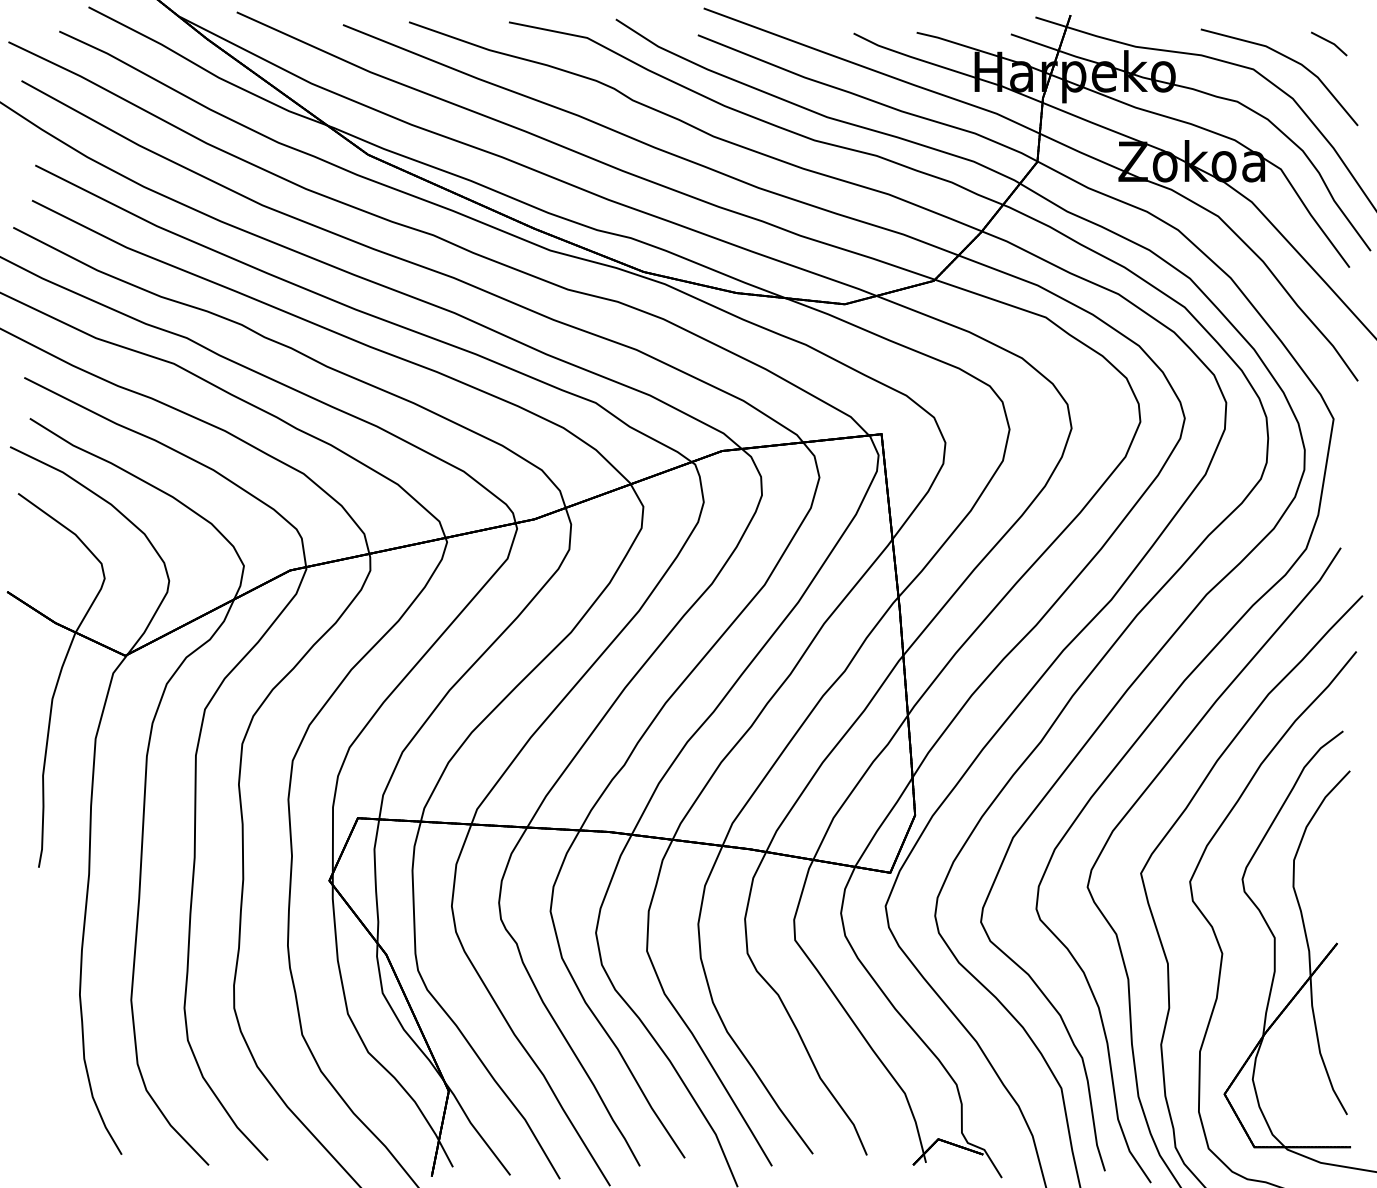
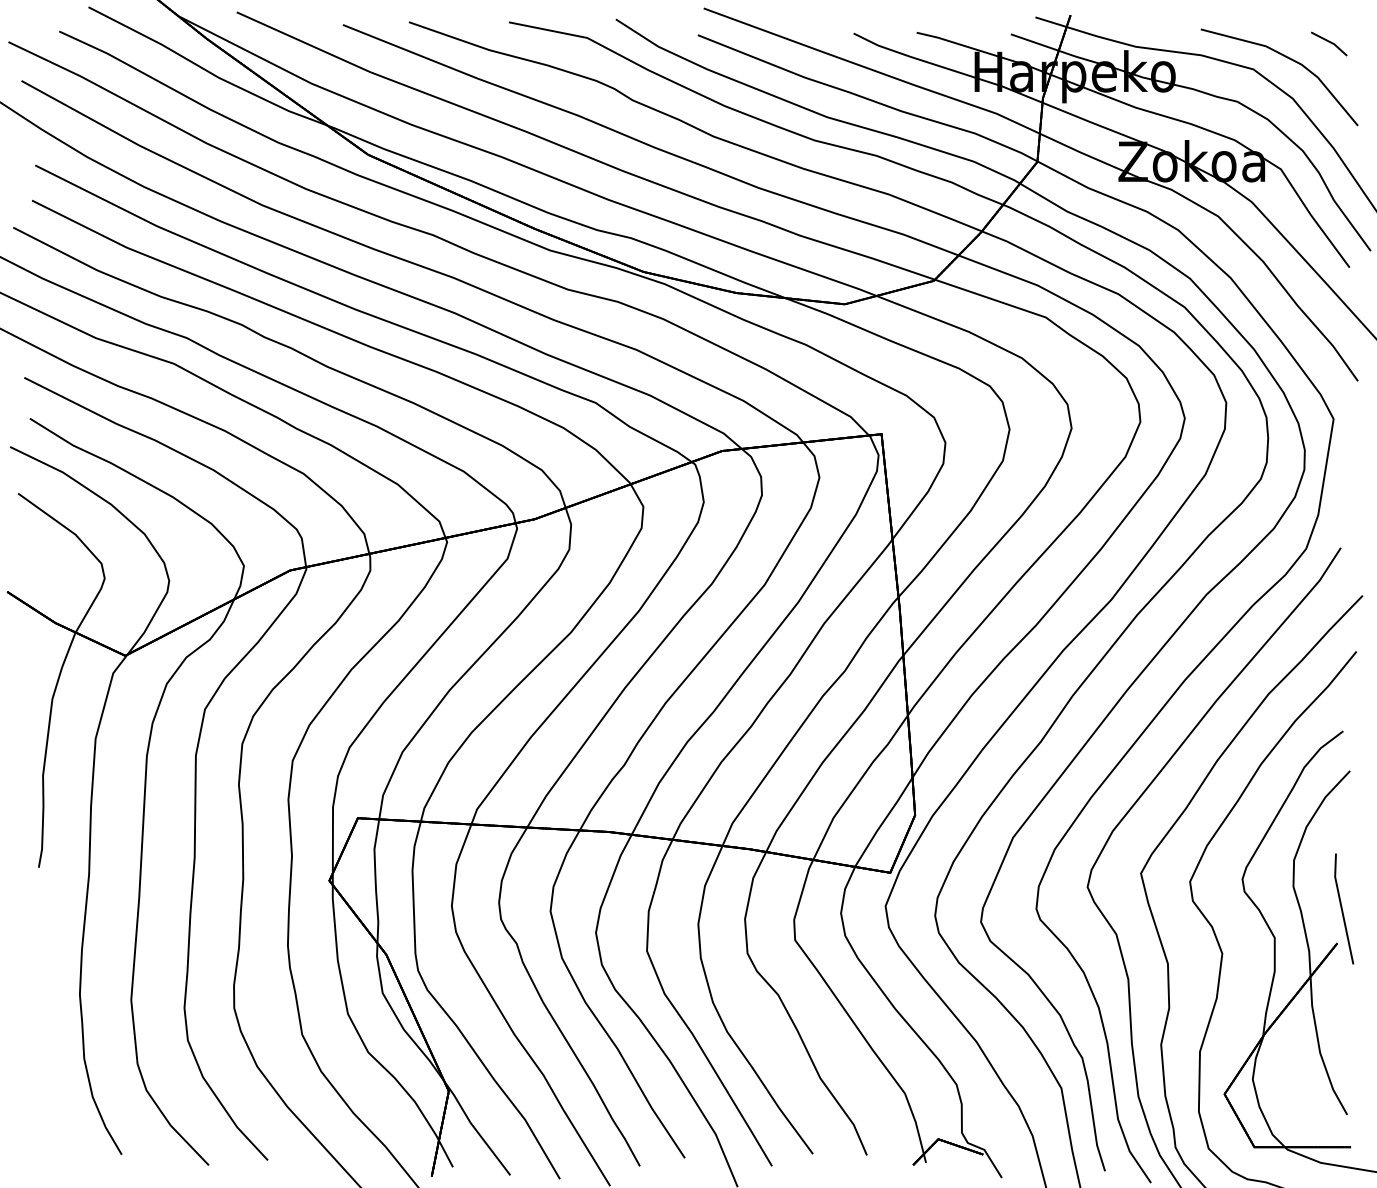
line at (1342, 908): none -> present
